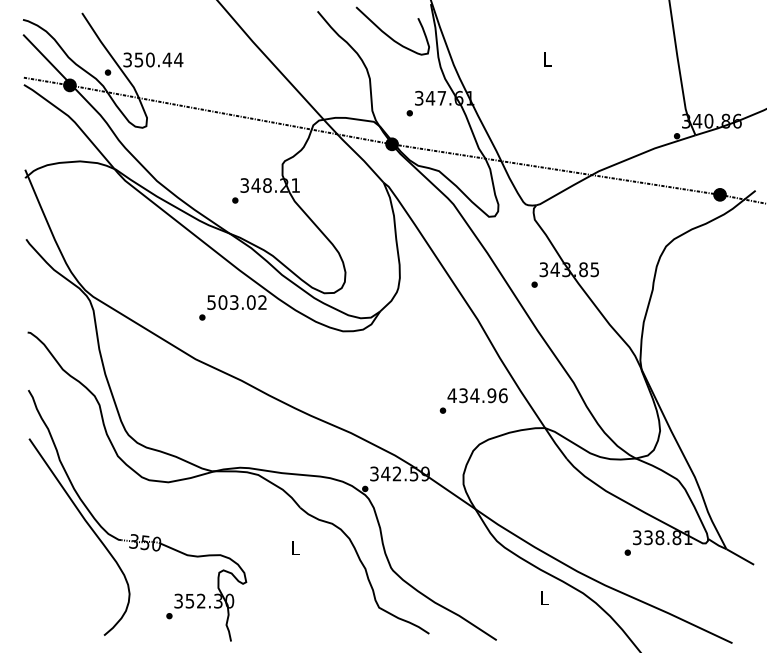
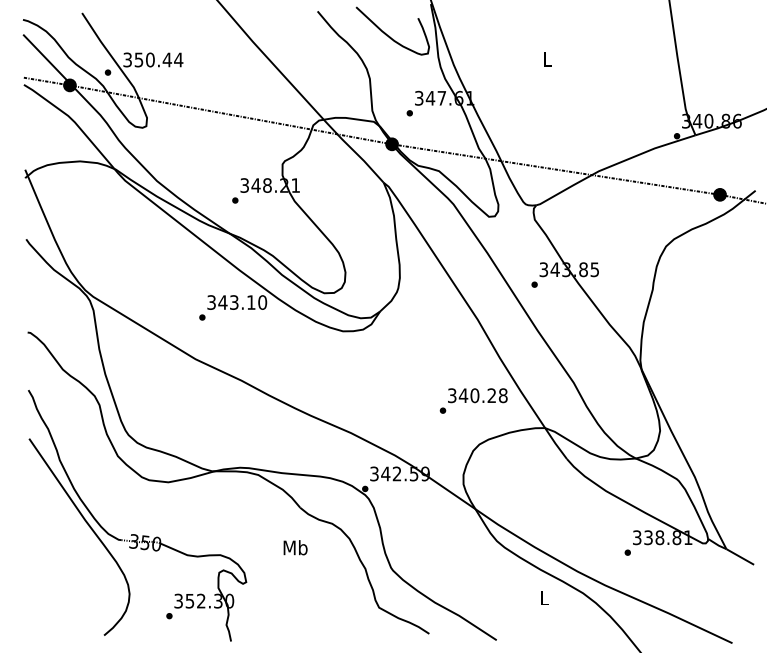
text at (237, 302): 503.02 -> 343.10
text at (477, 395): 434.96 -> 340.28
text at (295, 547): L -> Mb
